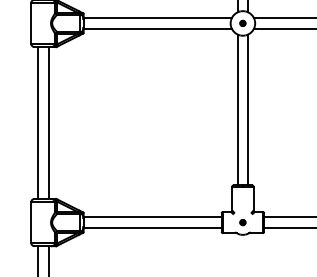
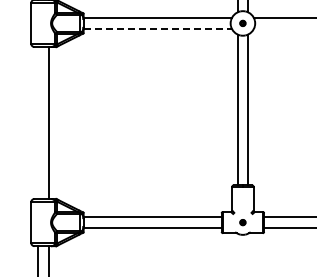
line at (158, 28): solid -> dashed
line at (283, 28): present -> none
line at (38, 123): present -> none
